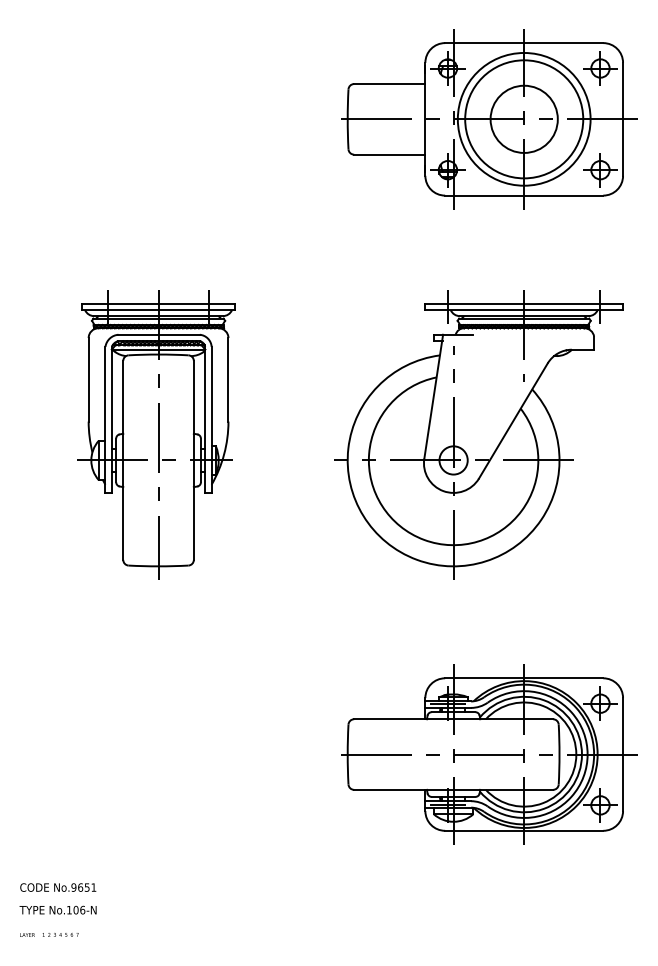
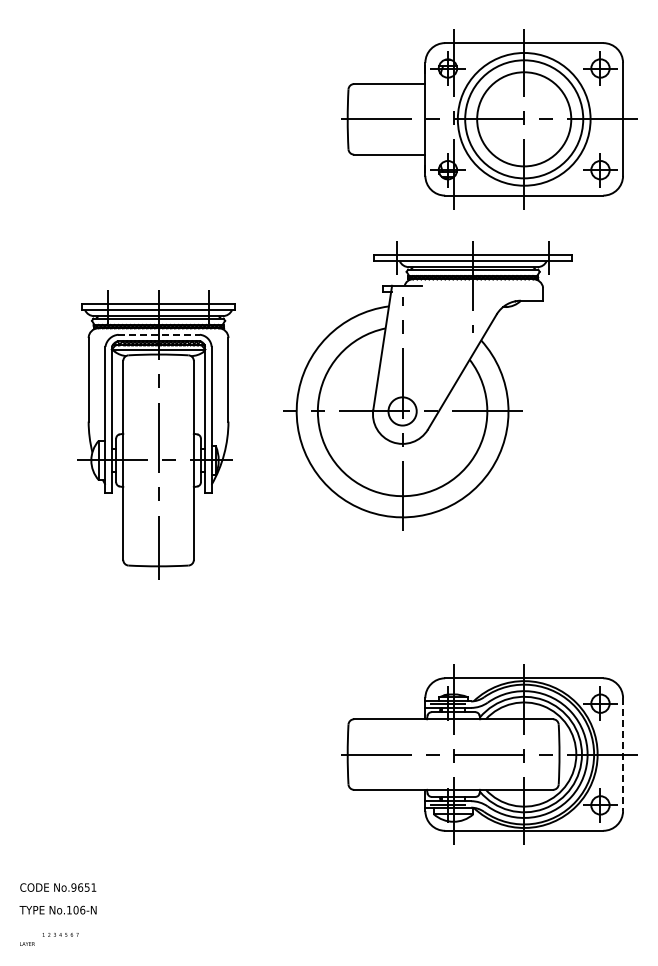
circle at (523, 118) diameter: 67 px -> 94 px
line at (159, 334): solid -> dashed
part at (478, 434) position: (478, 434) -> (427, 385)
line at (623, 755): solid -> dashed
text at (27, 934) position: (27, 934) -> (27, 943)
